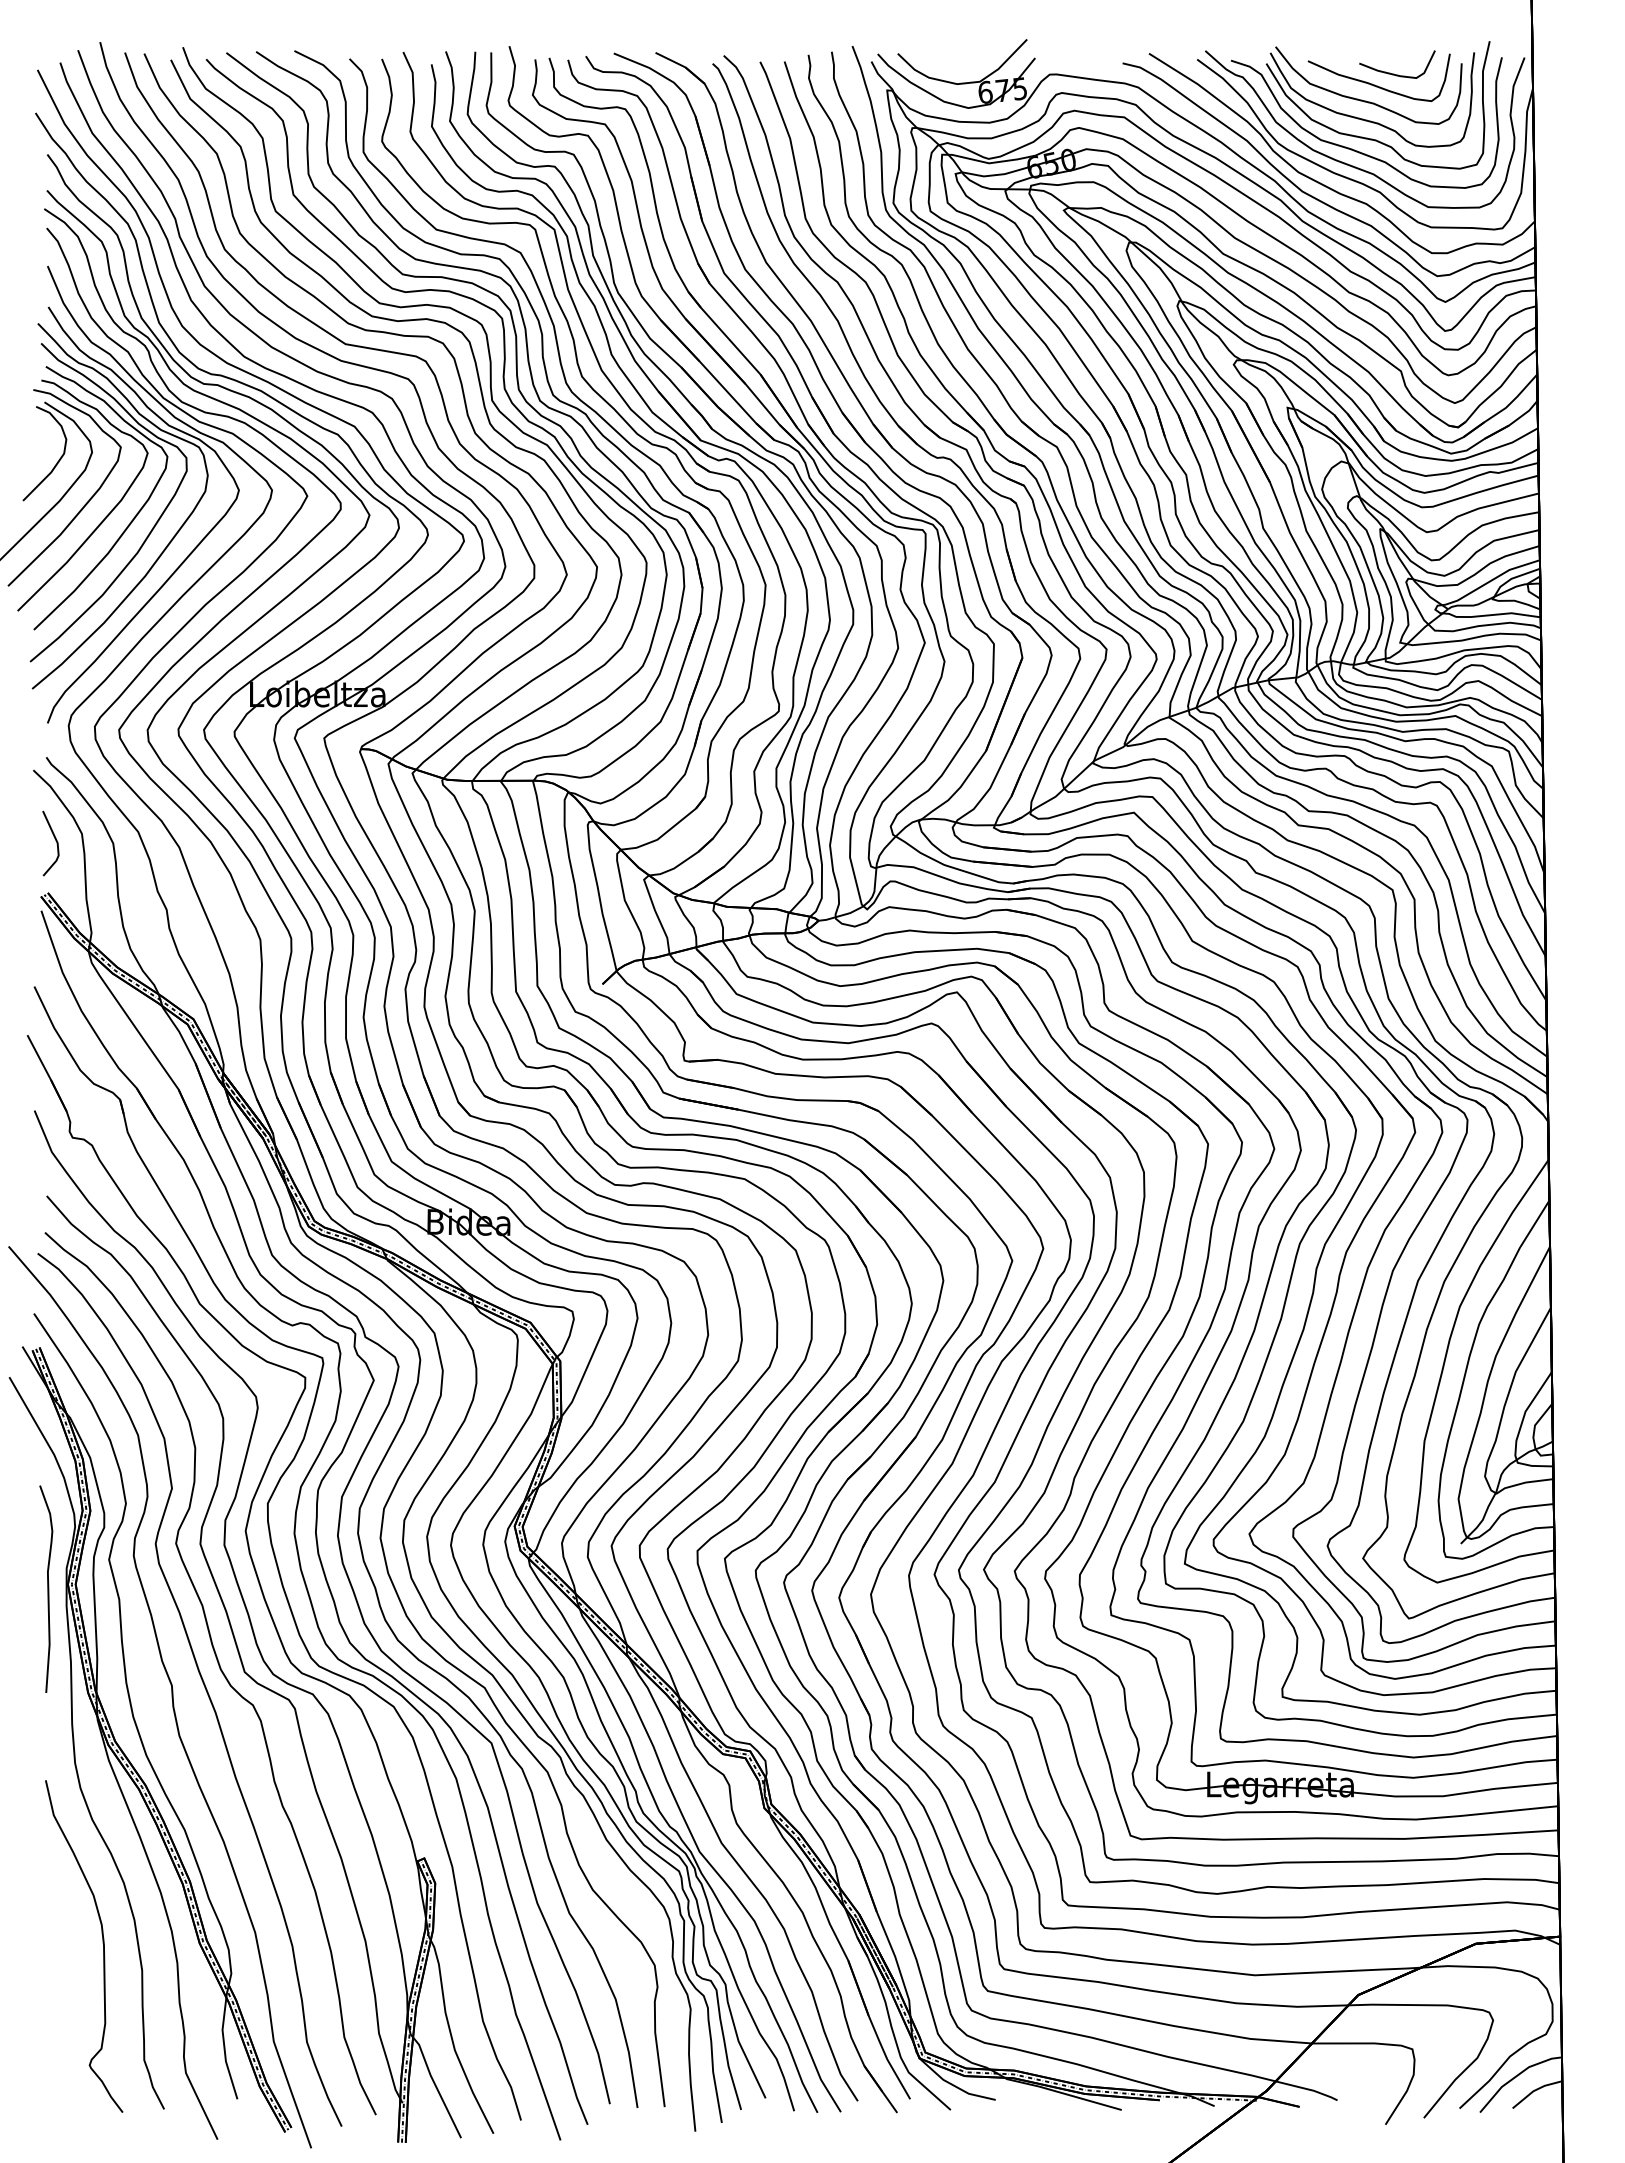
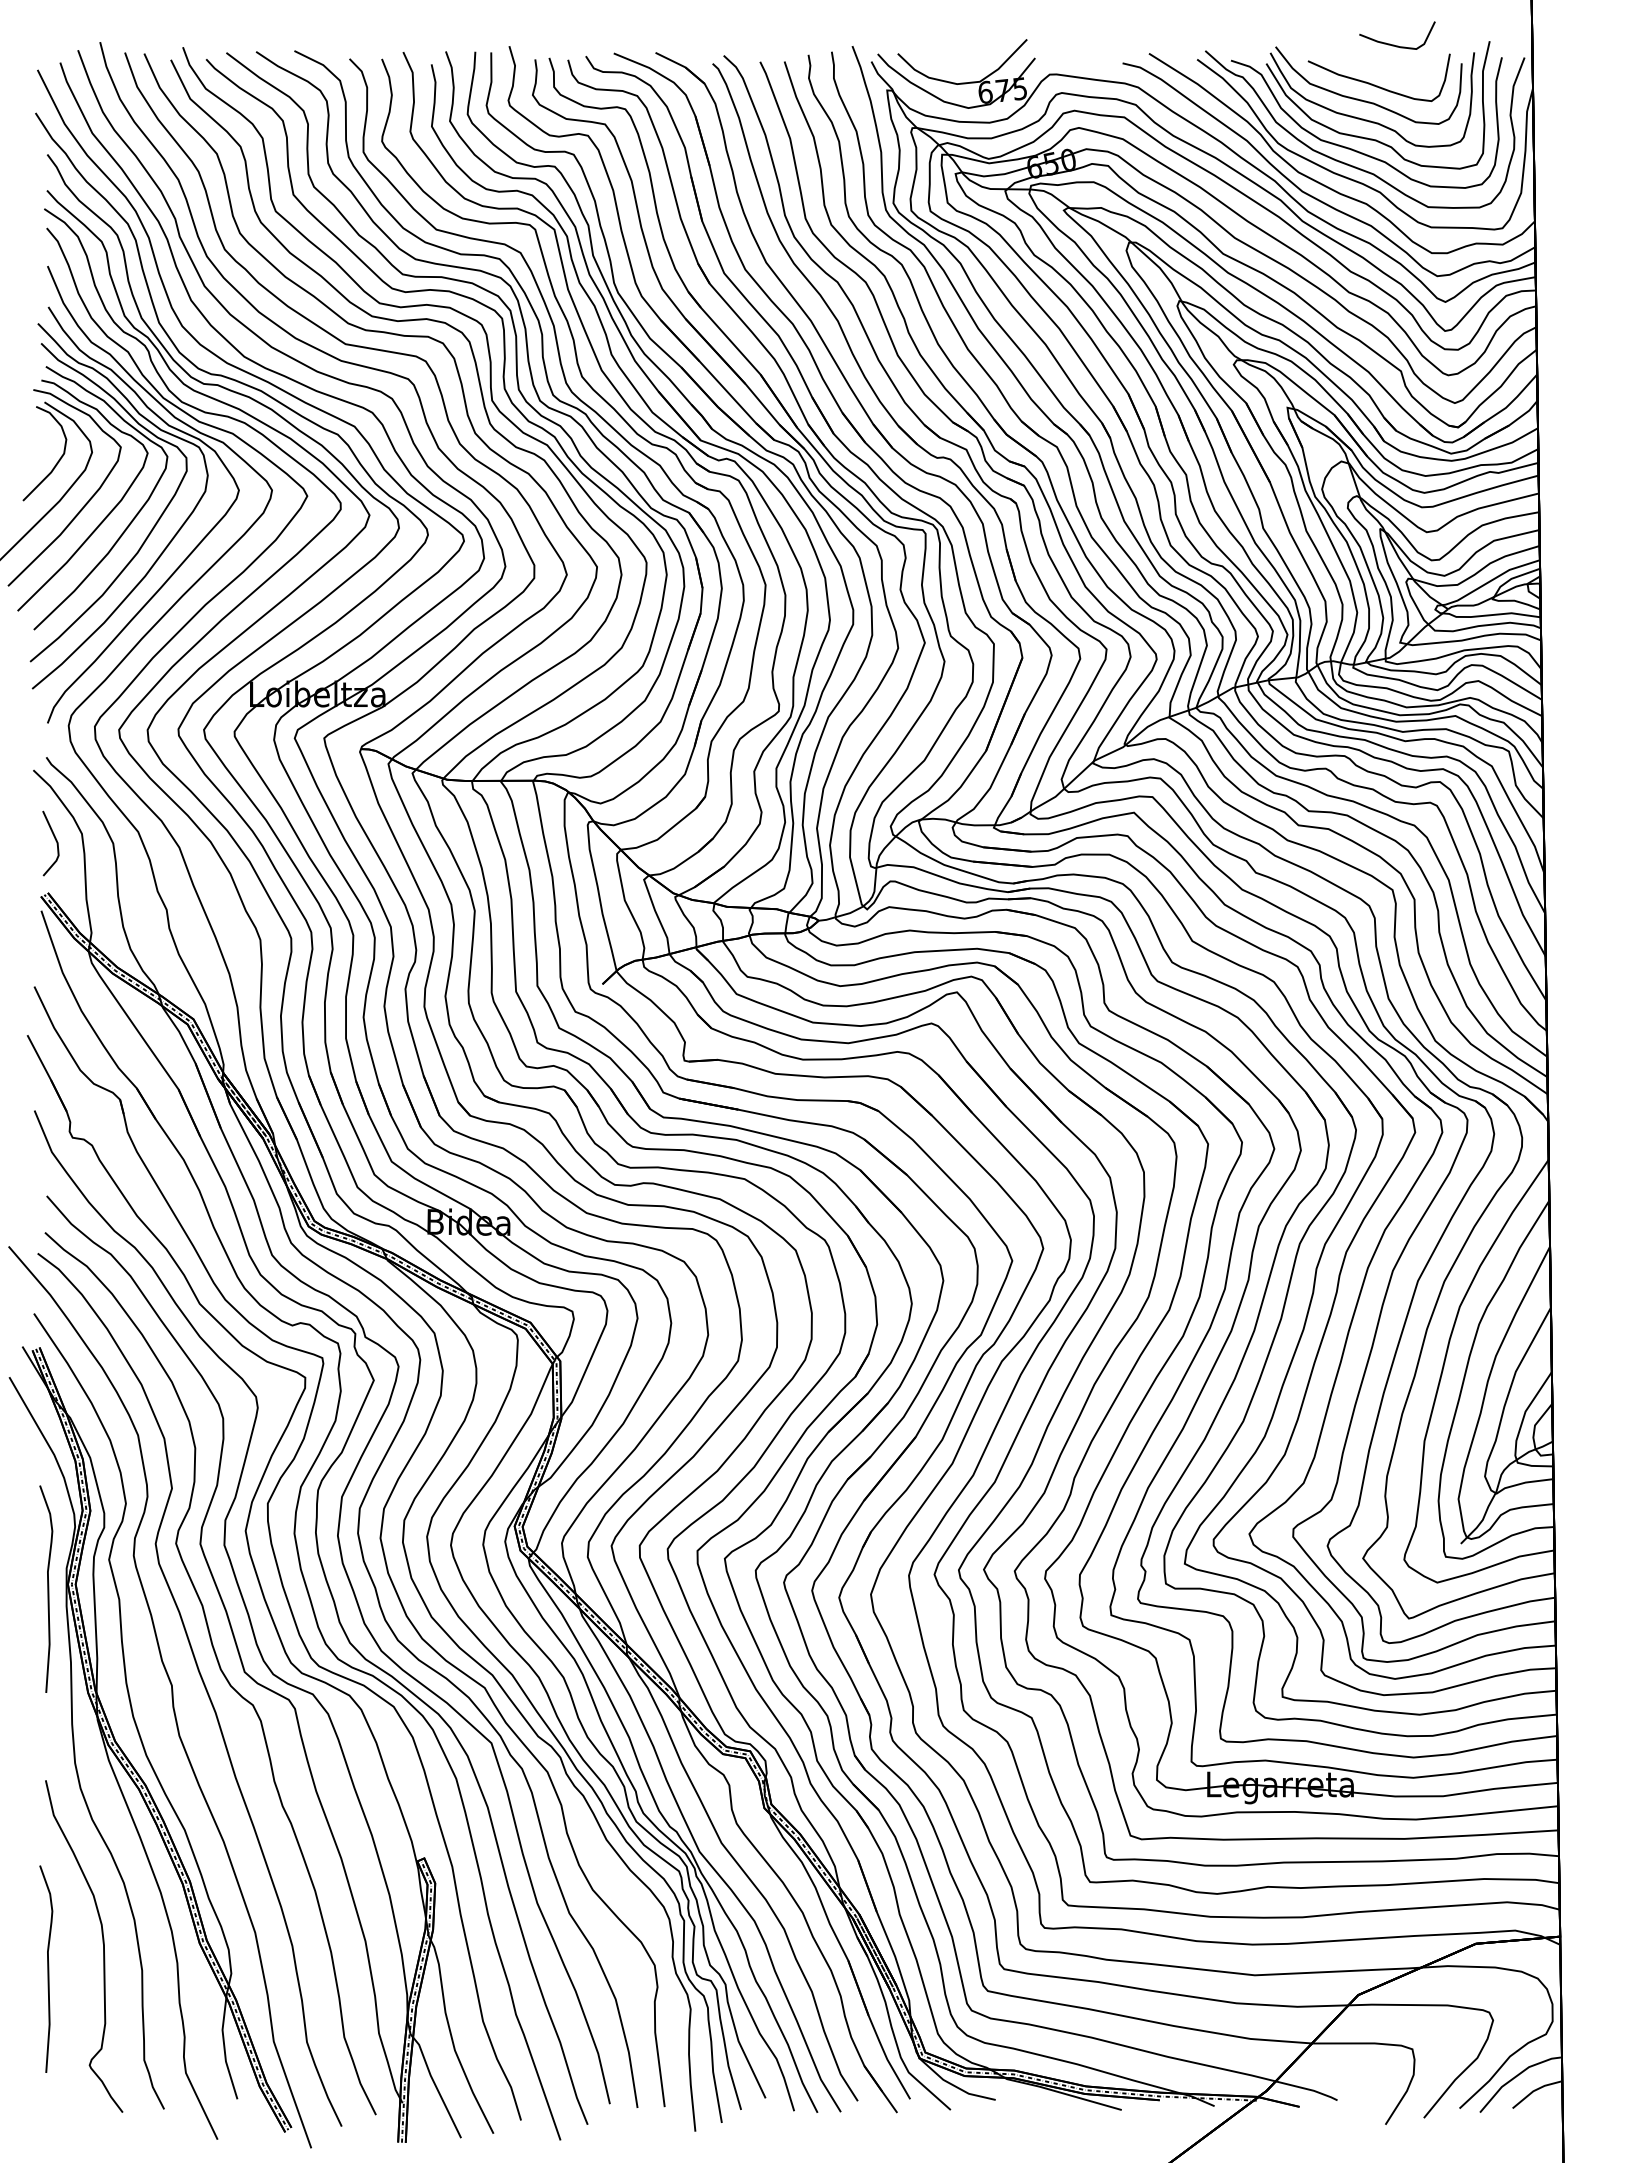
curve at (1394, 73) position: (1394, 73) -> (1394, 44)
curve at (47, 1968): none -> present
